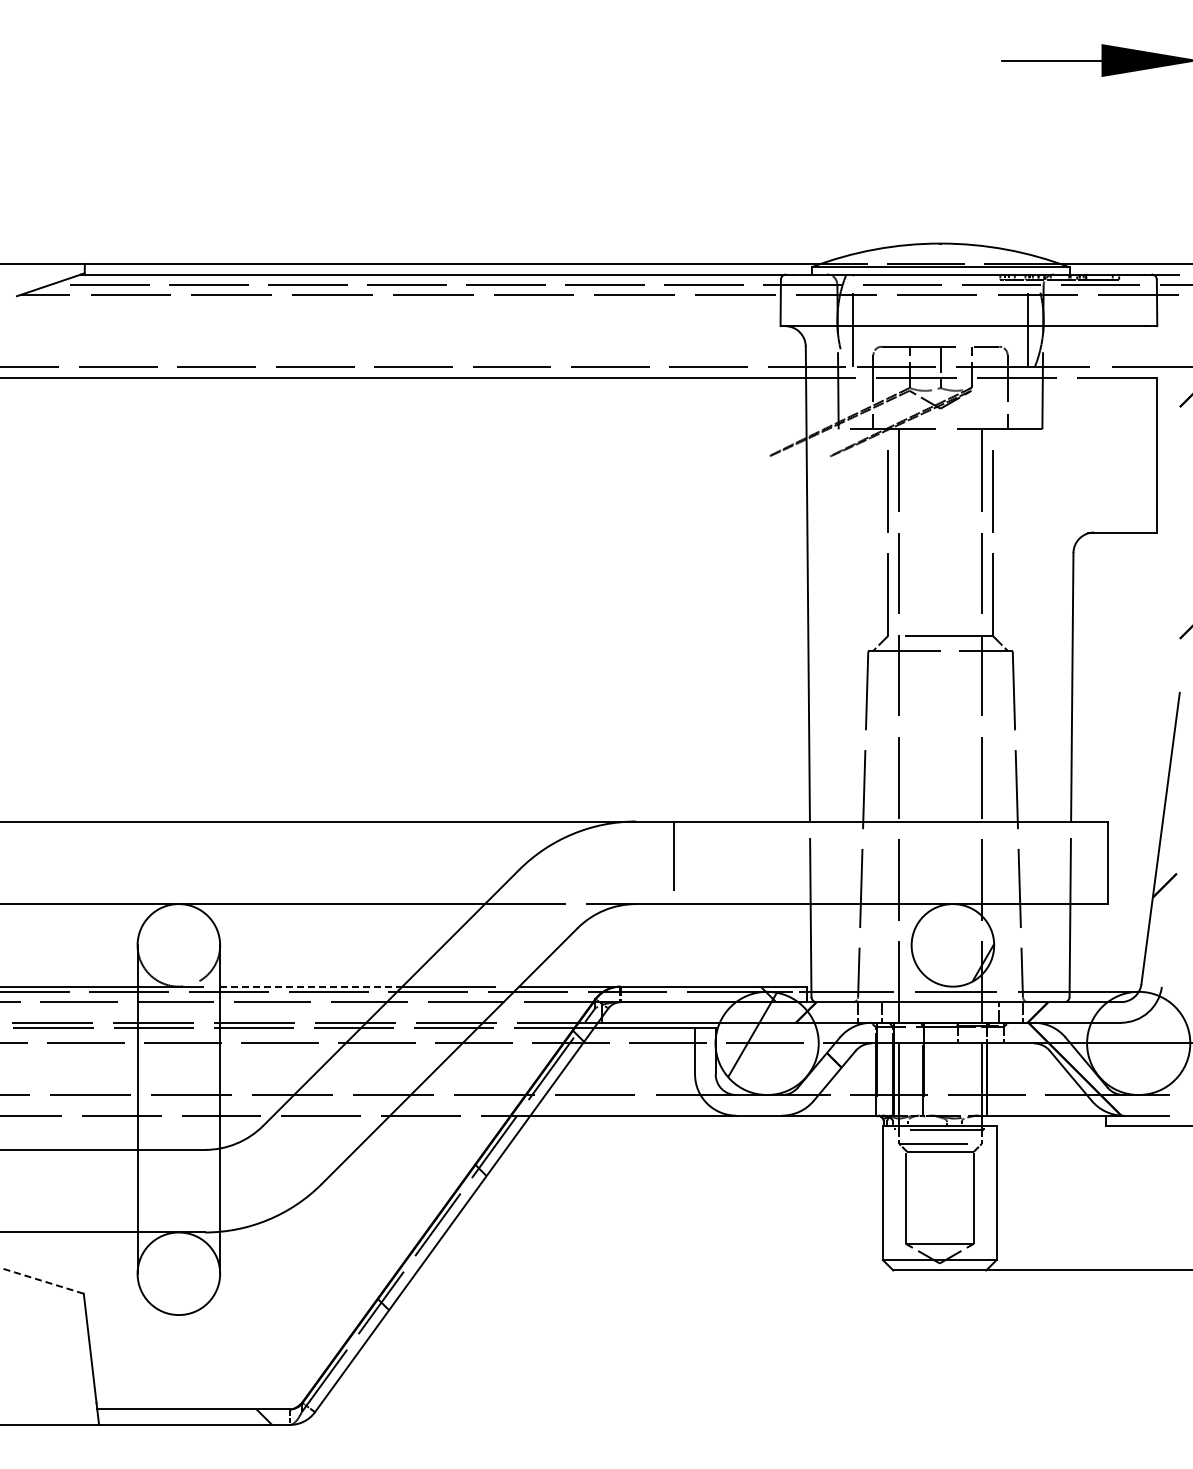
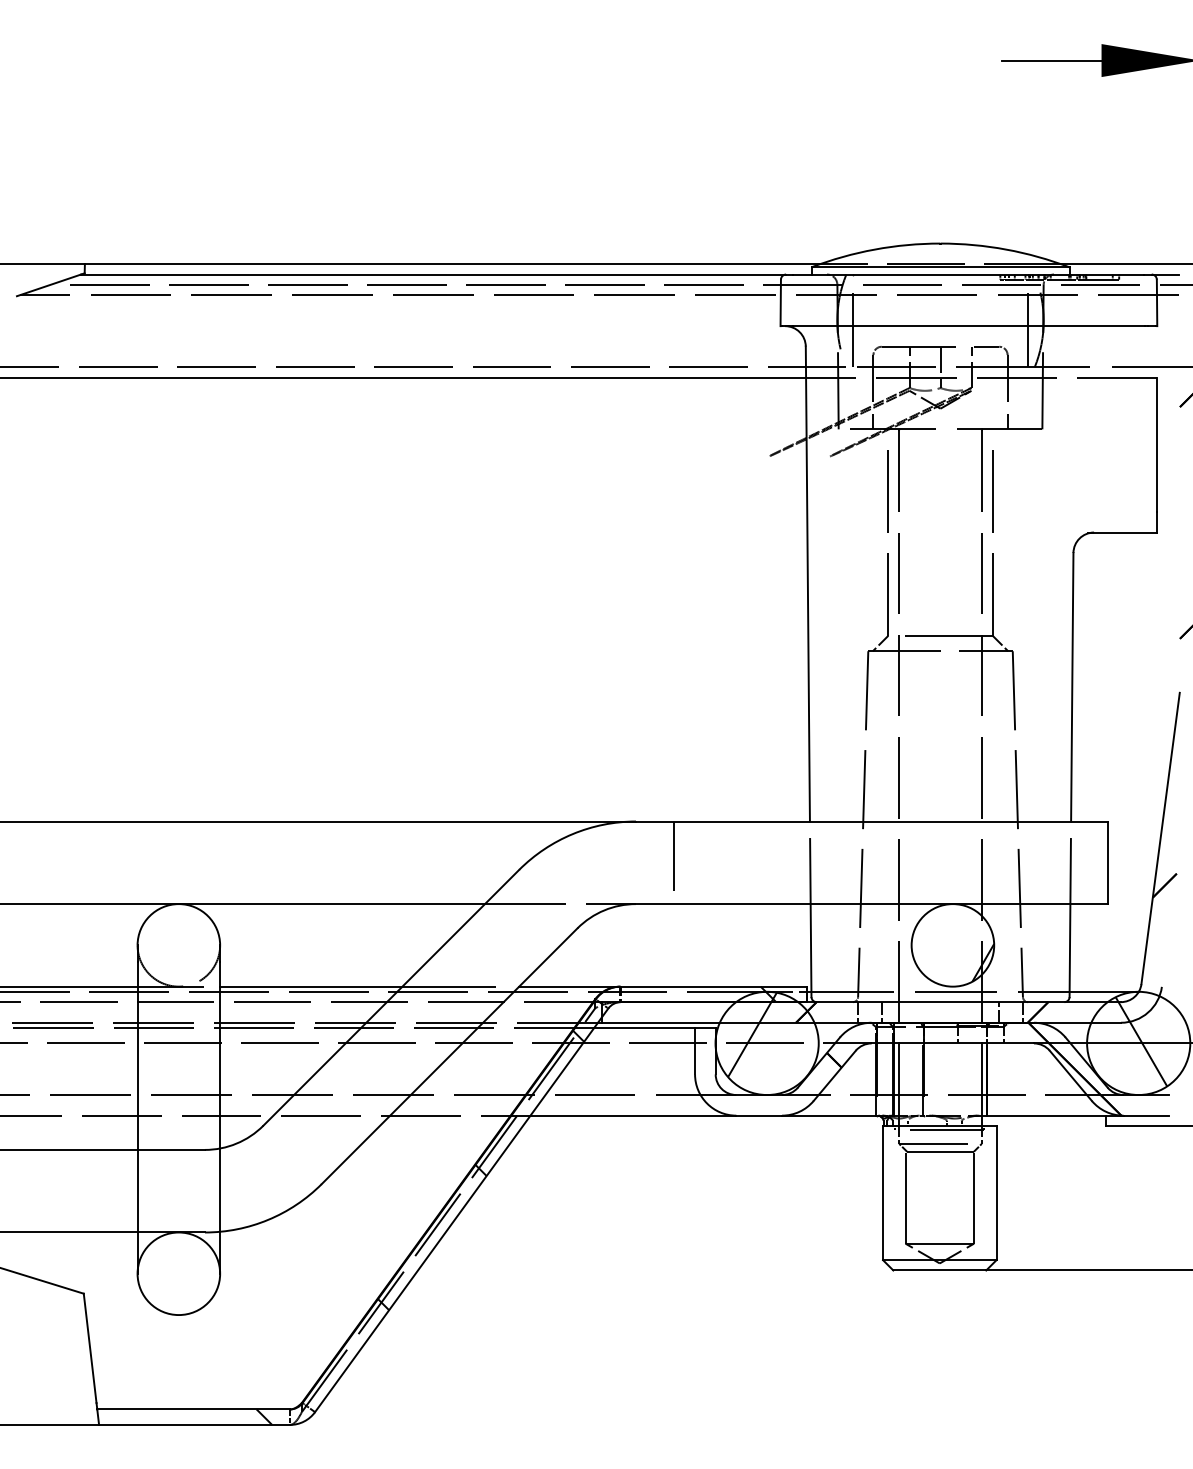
line at (311, 986): dashed -> solid
hatch at (1141, 1041): none -> present
line at (41, 1280): dashed -> solid
